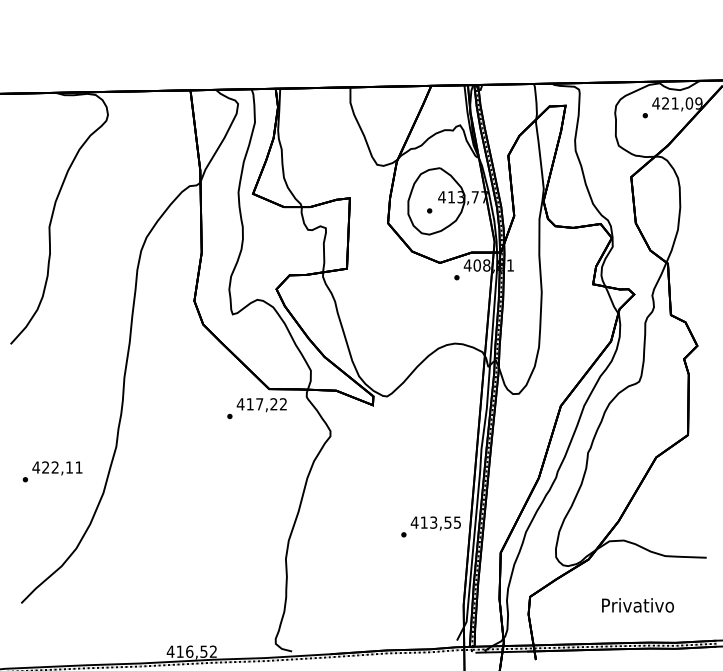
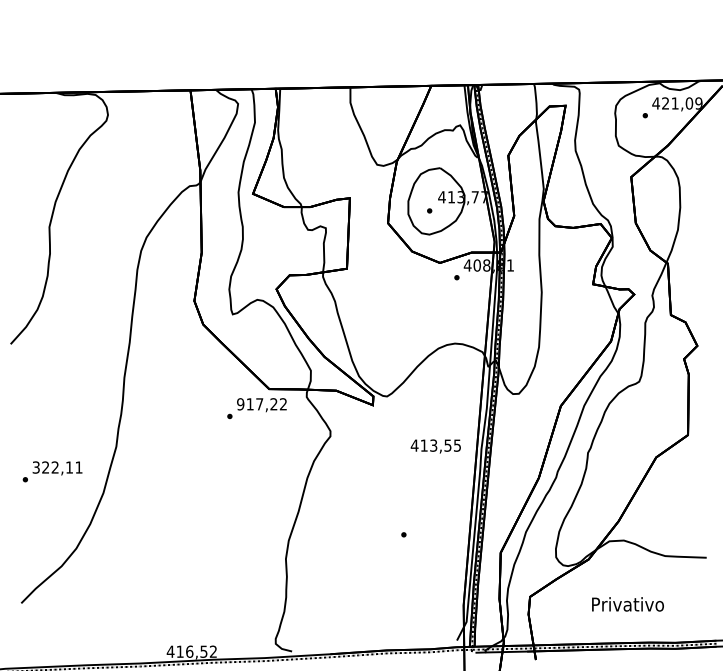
text at (240, 404): 417,22 -> 917,22
text at (36, 467): 422,11 -> 322,11
text at (435, 523) position: (435, 523) -> (435, 446)
text at (637, 605) position: (637, 605) -> (627, 604)
